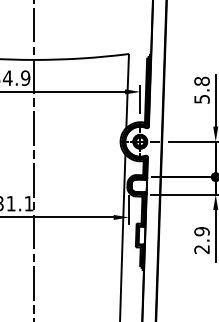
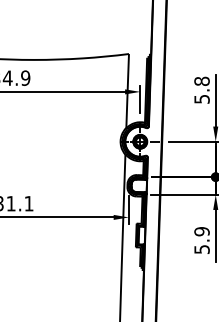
line at (34, 160): present -> none
text at (201, 249): 2.9 -> 5.9
